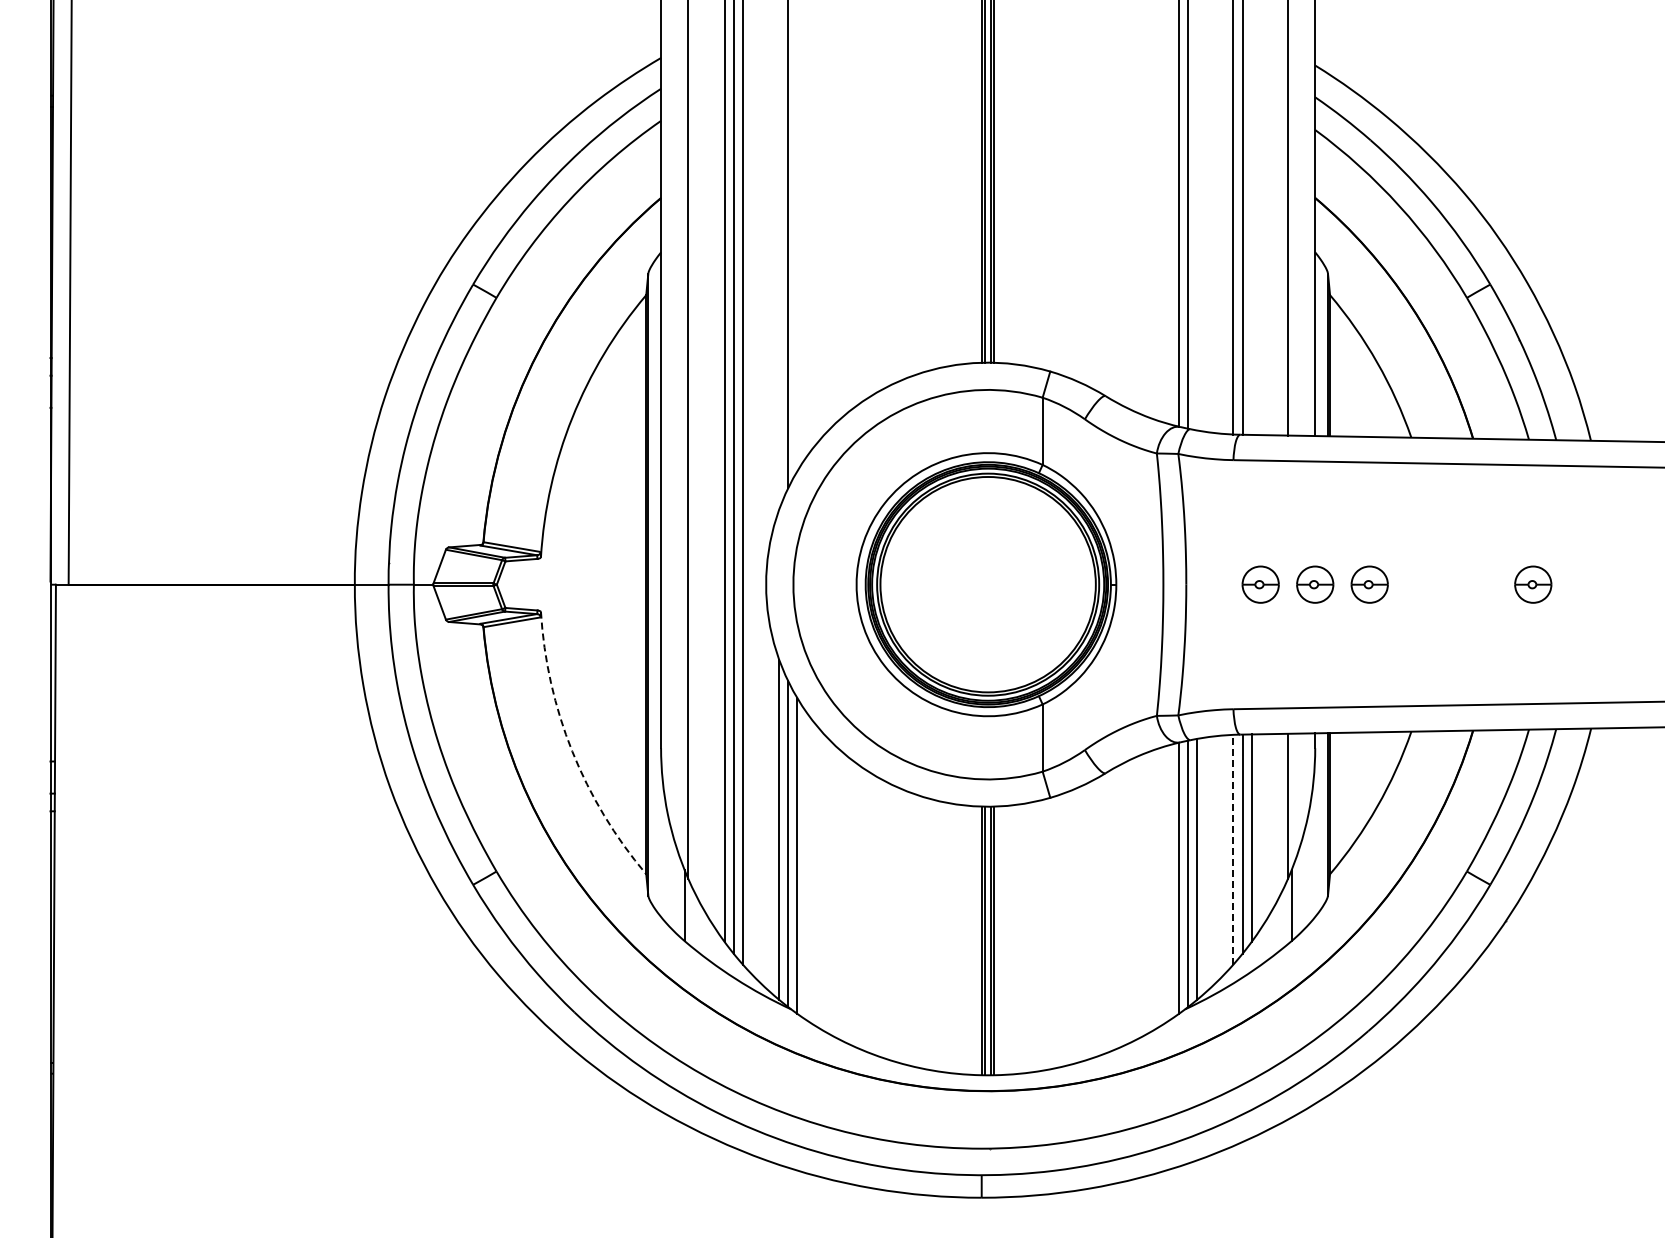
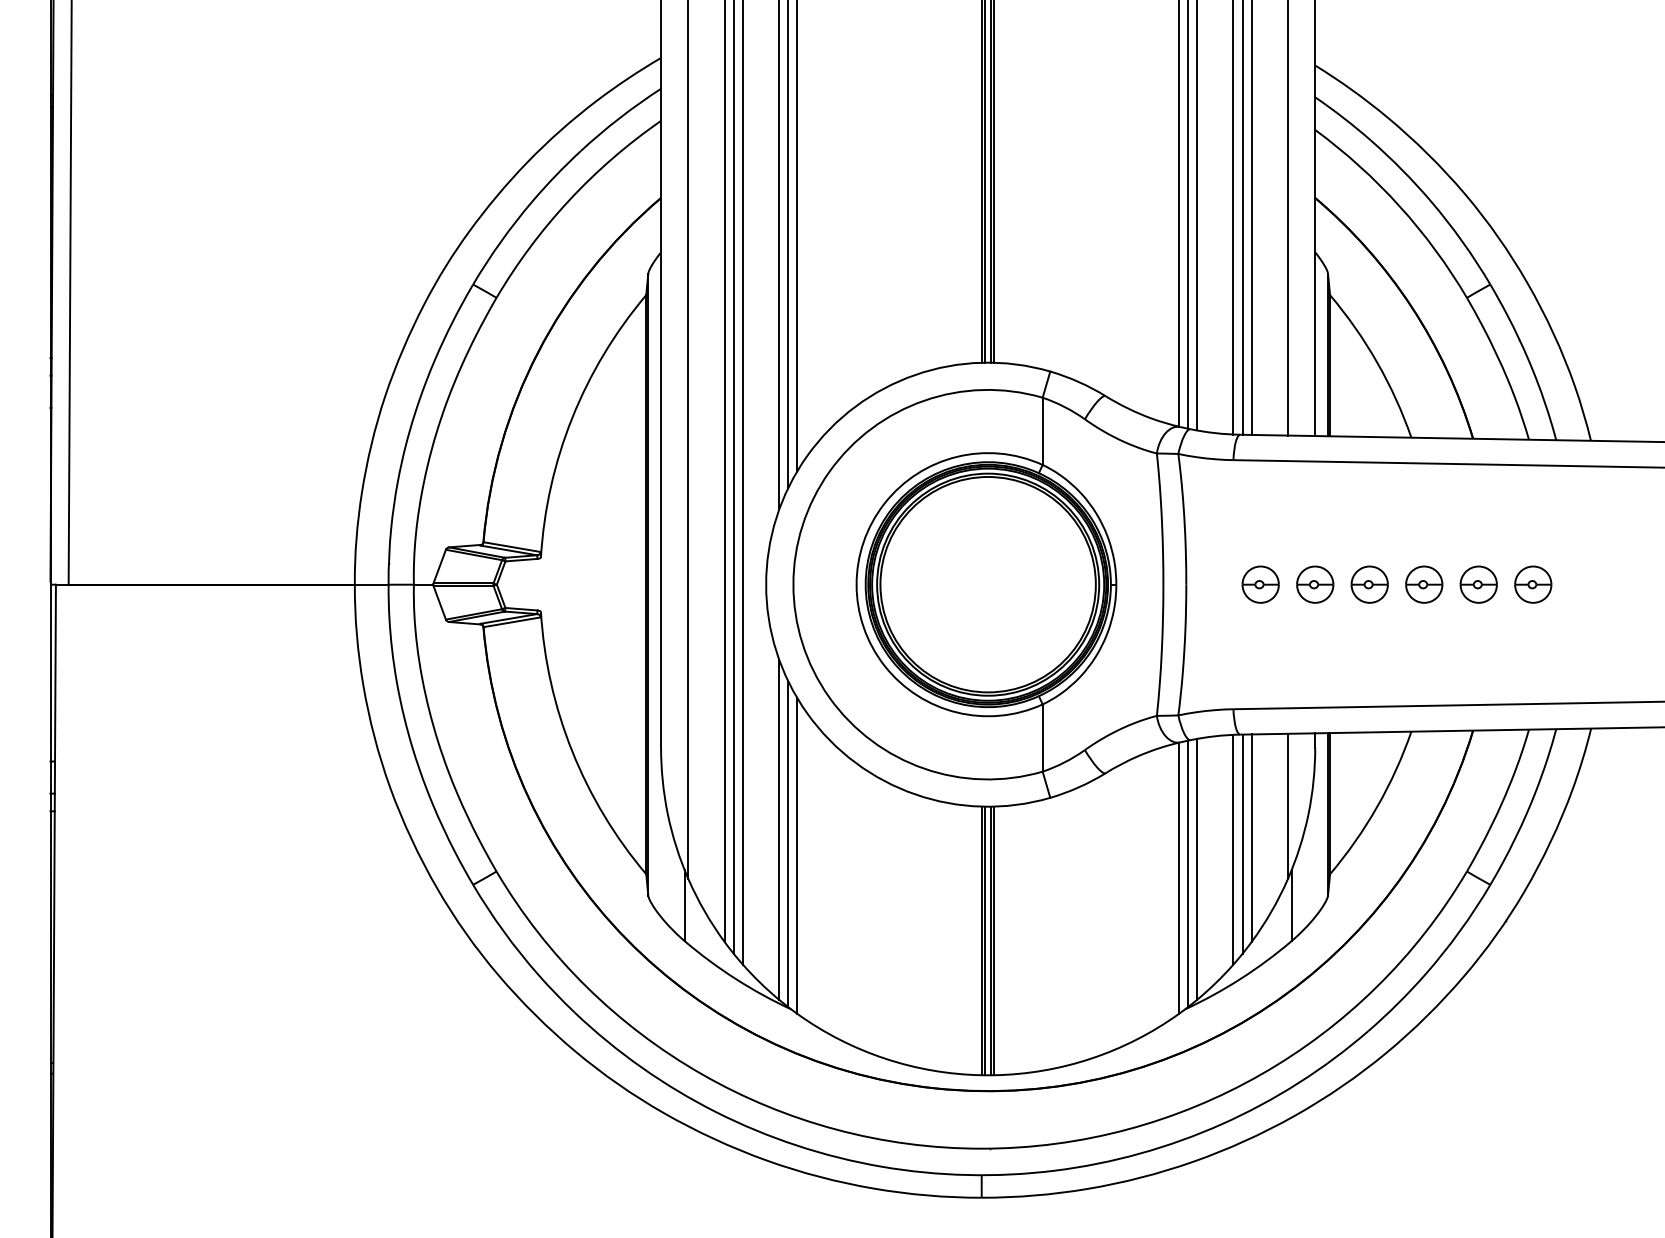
line at (1197, 216): none -> present
line at (1251, 218): none -> present
line at (797, 236): none -> present
line at (779, 255): none -> present
part at (1424, 584): none -> present
part at (1478, 584): none -> present
arc at (572, 751): dashed -> solid
line at (1233, 849): dashed -> solid
